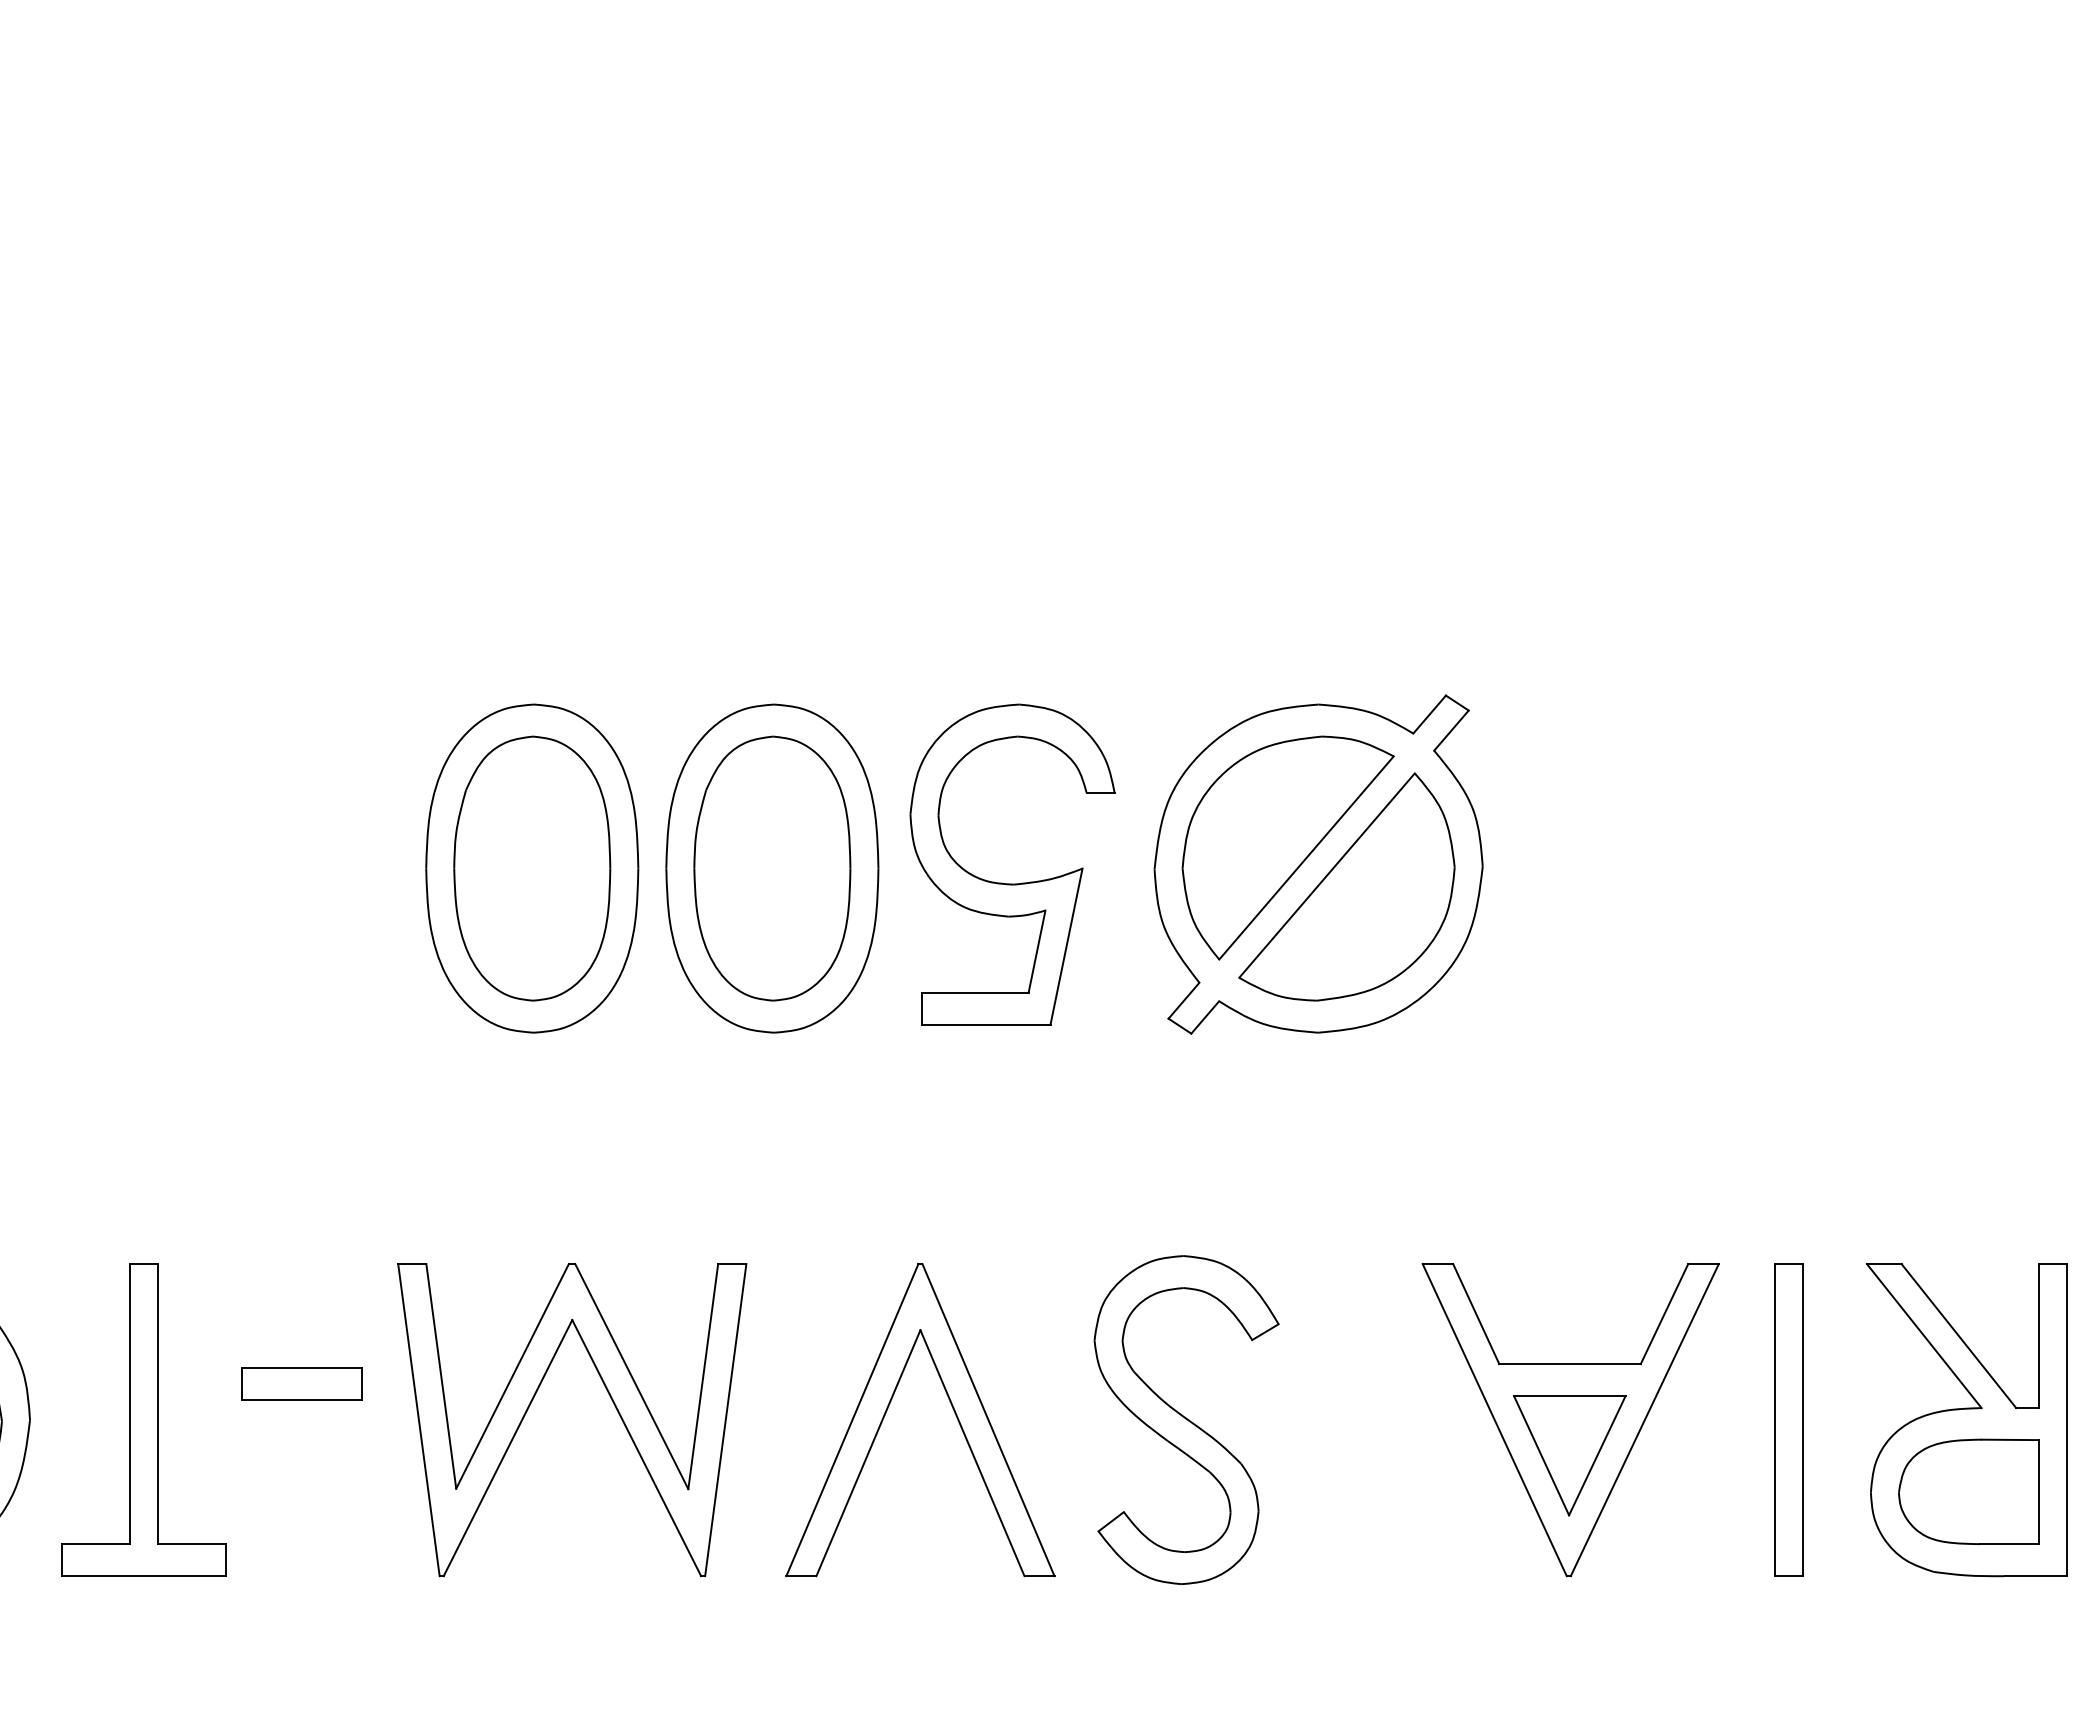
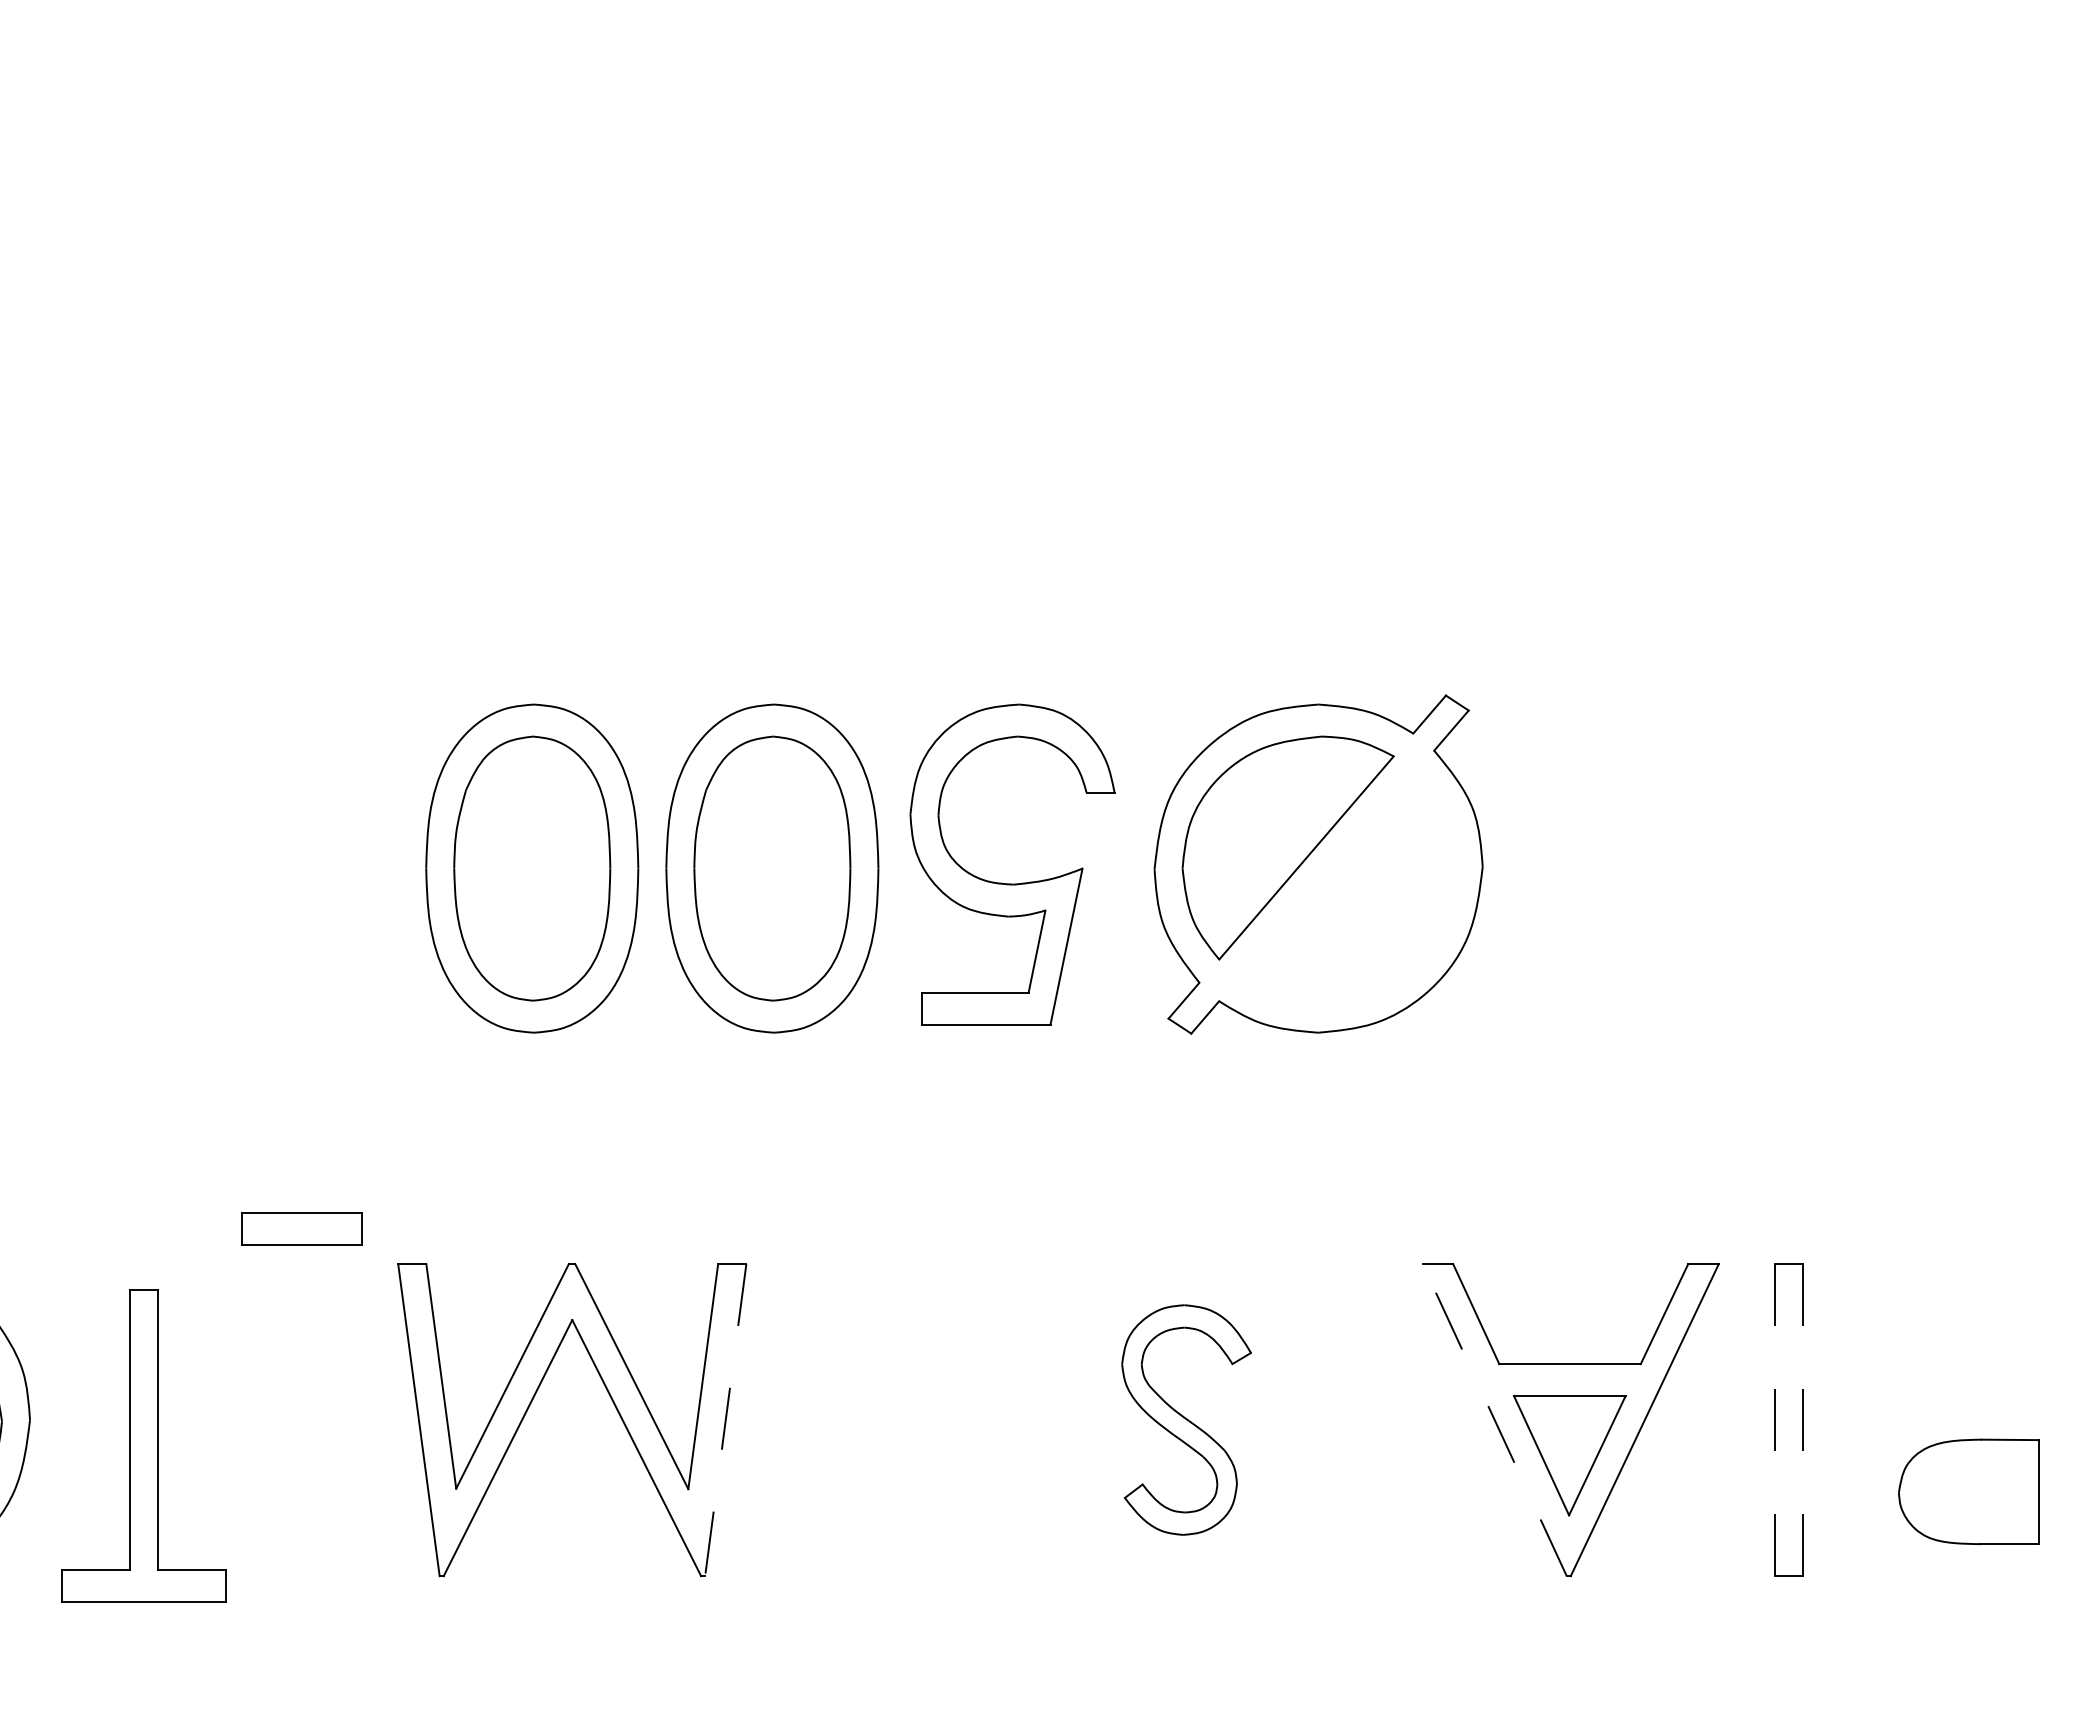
part at (1346, 886): present -> none
part at (301, 1383) position: (301, 1383) -> (301, 1228)
part at (950, 1404): present -> none
part at (143, 1419) position: (143, 1419) -> (143, 1445)
part at (1186, 1419) size: 187x330 px -> 131x232 px
line at (1774, 1419): solid -> dashed
line at (725, 1420): solid -> dashed
line at (1494, 1420): solid -> dashed
line at (1802, 1420): solid -> dashed
part at (1966, 1420): present -> none
